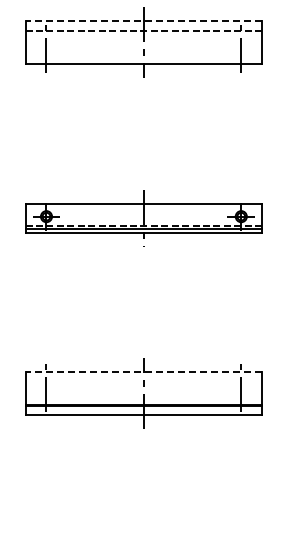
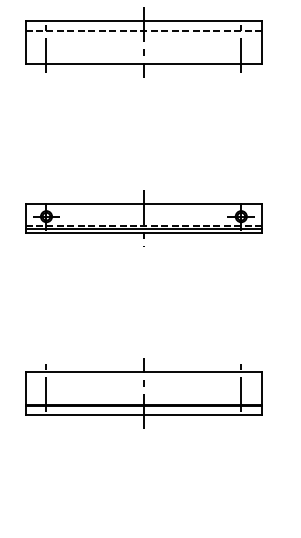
line at (143, 21): dashed -> solid
line at (143, 372): dashed -> solid
